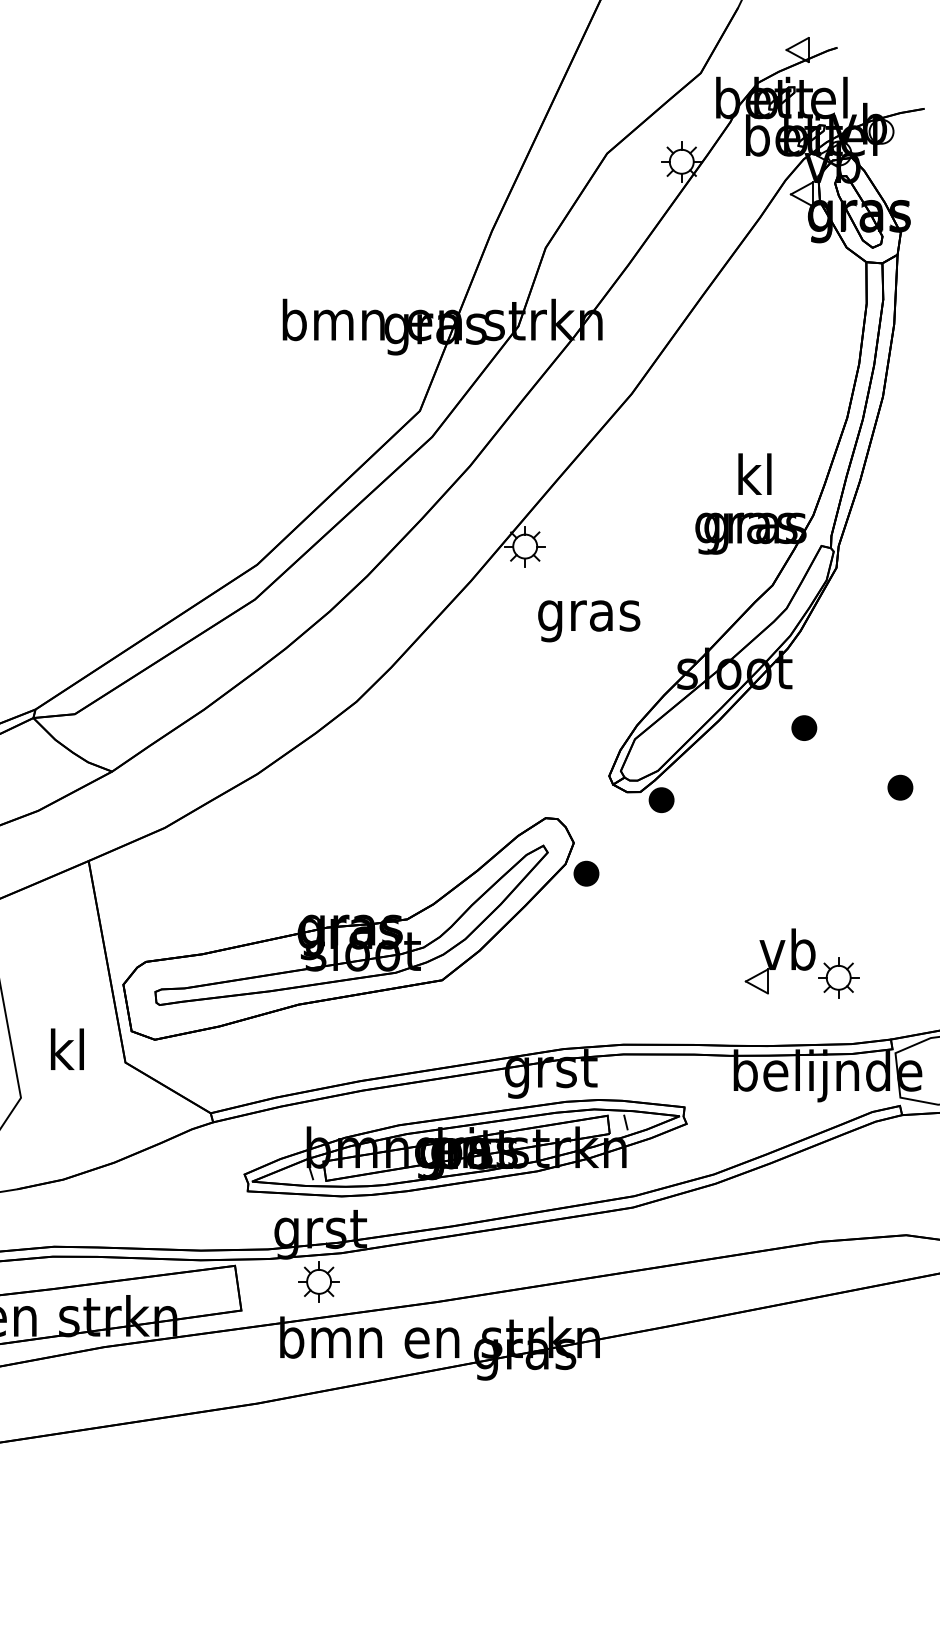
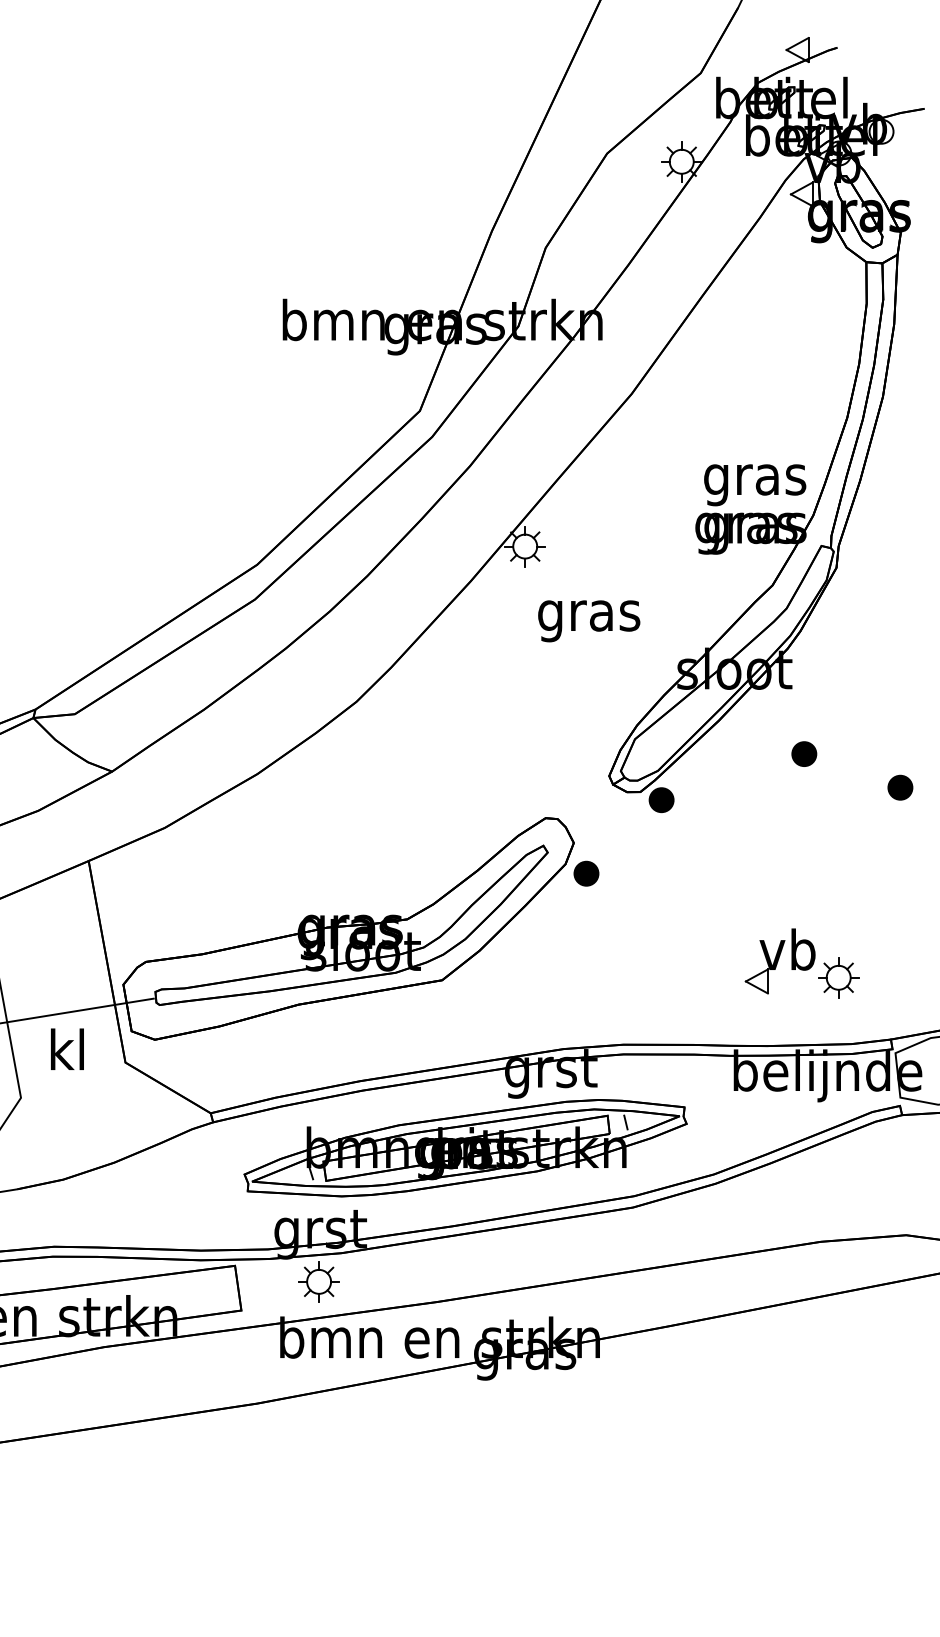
text at (755, 479): kl -> gras
part at (804, 727) position: (804, 727) -> (804, 753)
line at (77, 1010): none -> present
